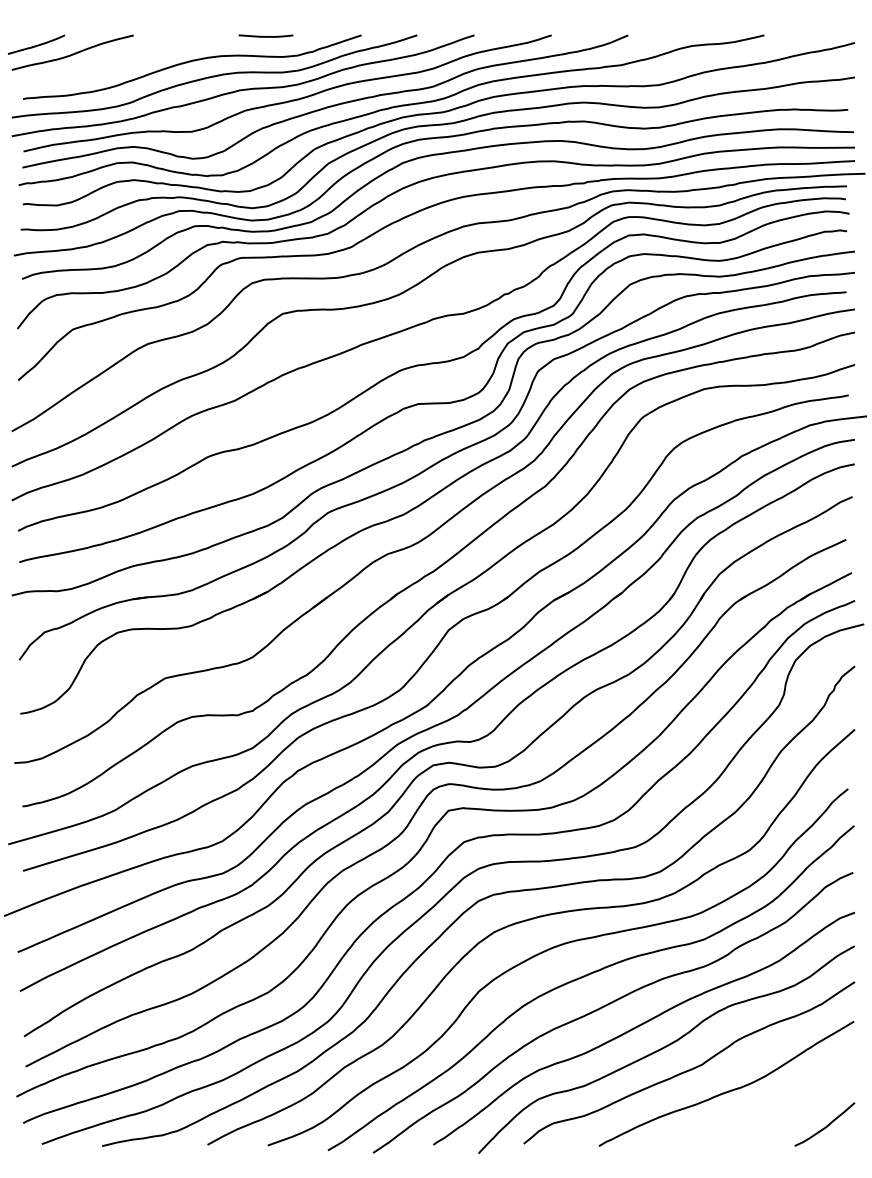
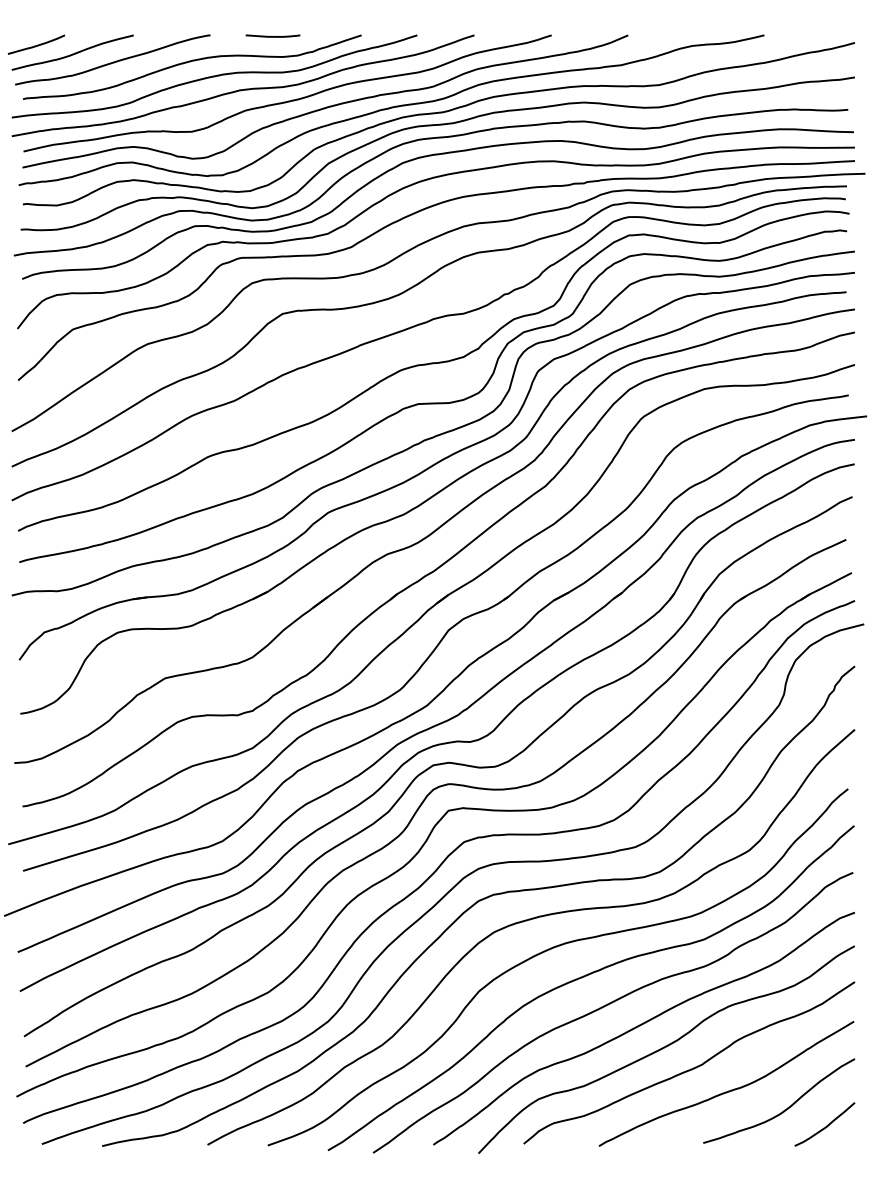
line at (265, 36) position: (265, 36) -> (272, 36)
curve at (112, 61): none -> present
curve at (784, 1109): none -> present
